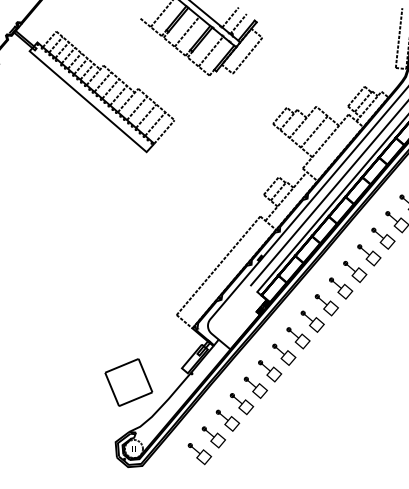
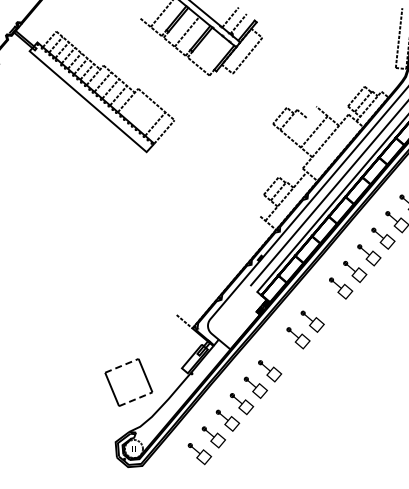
line at (210, 51): present -> none
line at (137, 108): present -> none
line at (146, 116): present -> none
line at (302, 122): present -> none
line at (218, 265): present -> none
part at (326, 305): present -> none
part at (284, 354): present -> none
line at (122, 365): solid -> dashed
line at (136, 399): solid -> dashed
